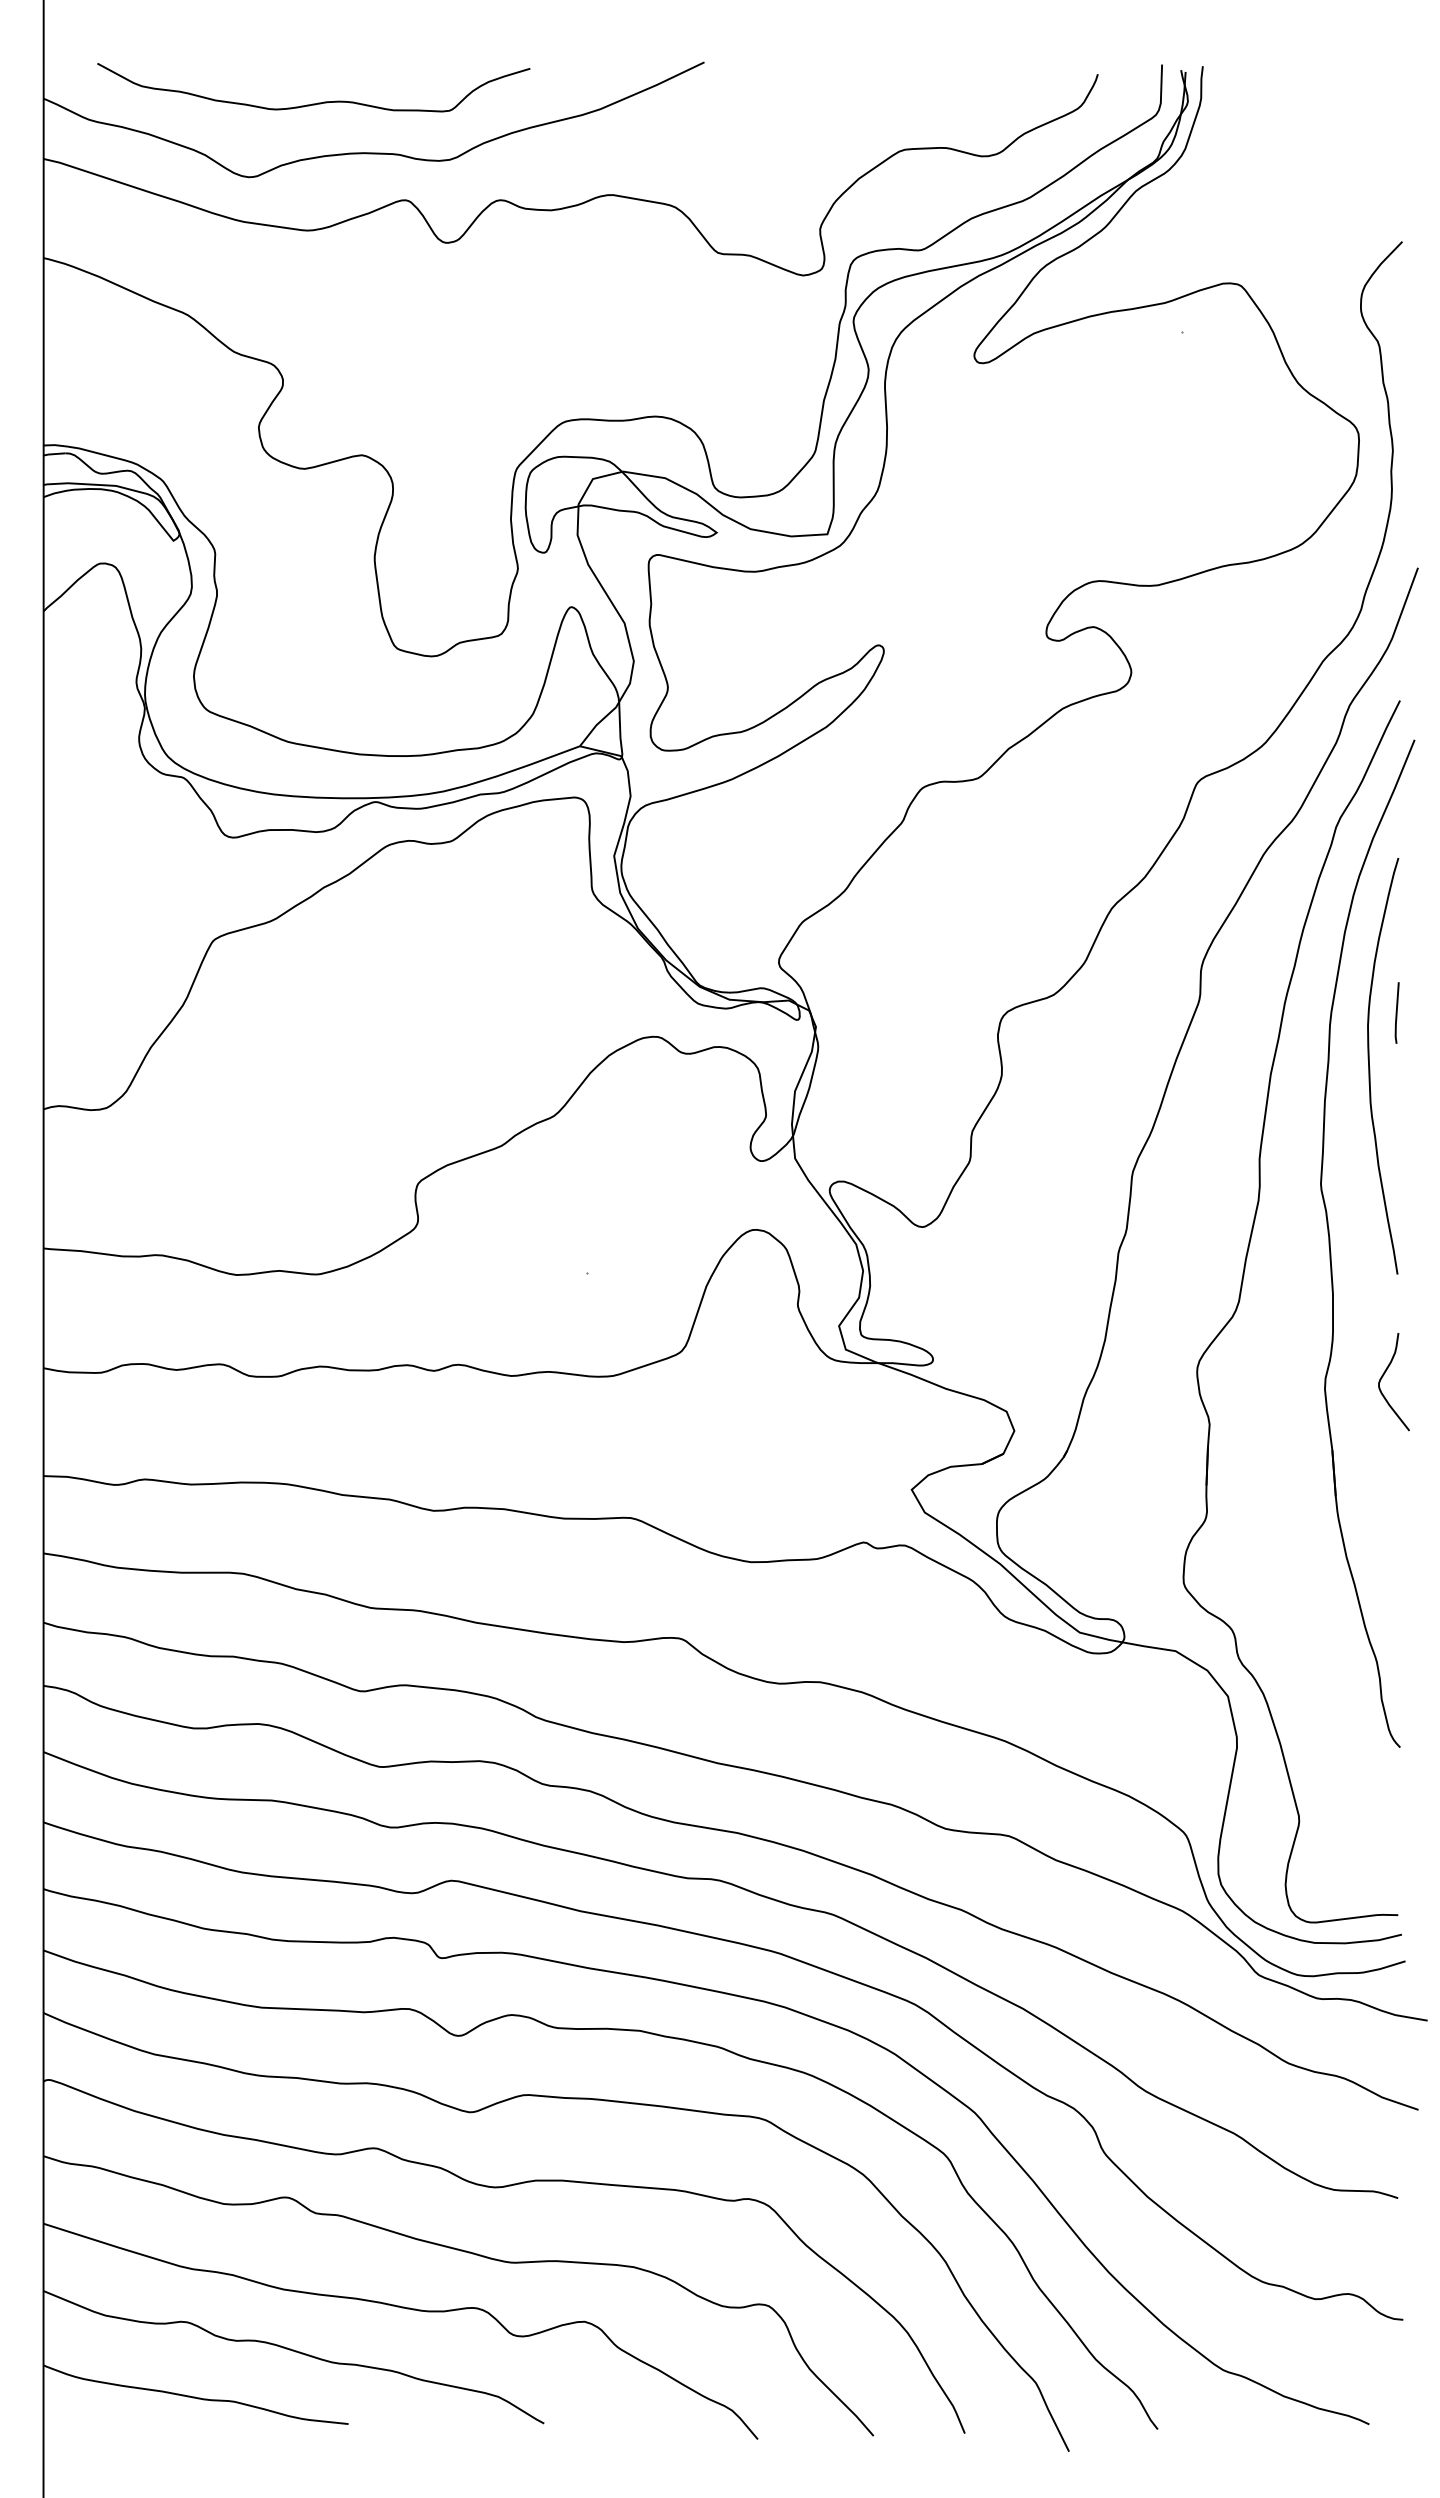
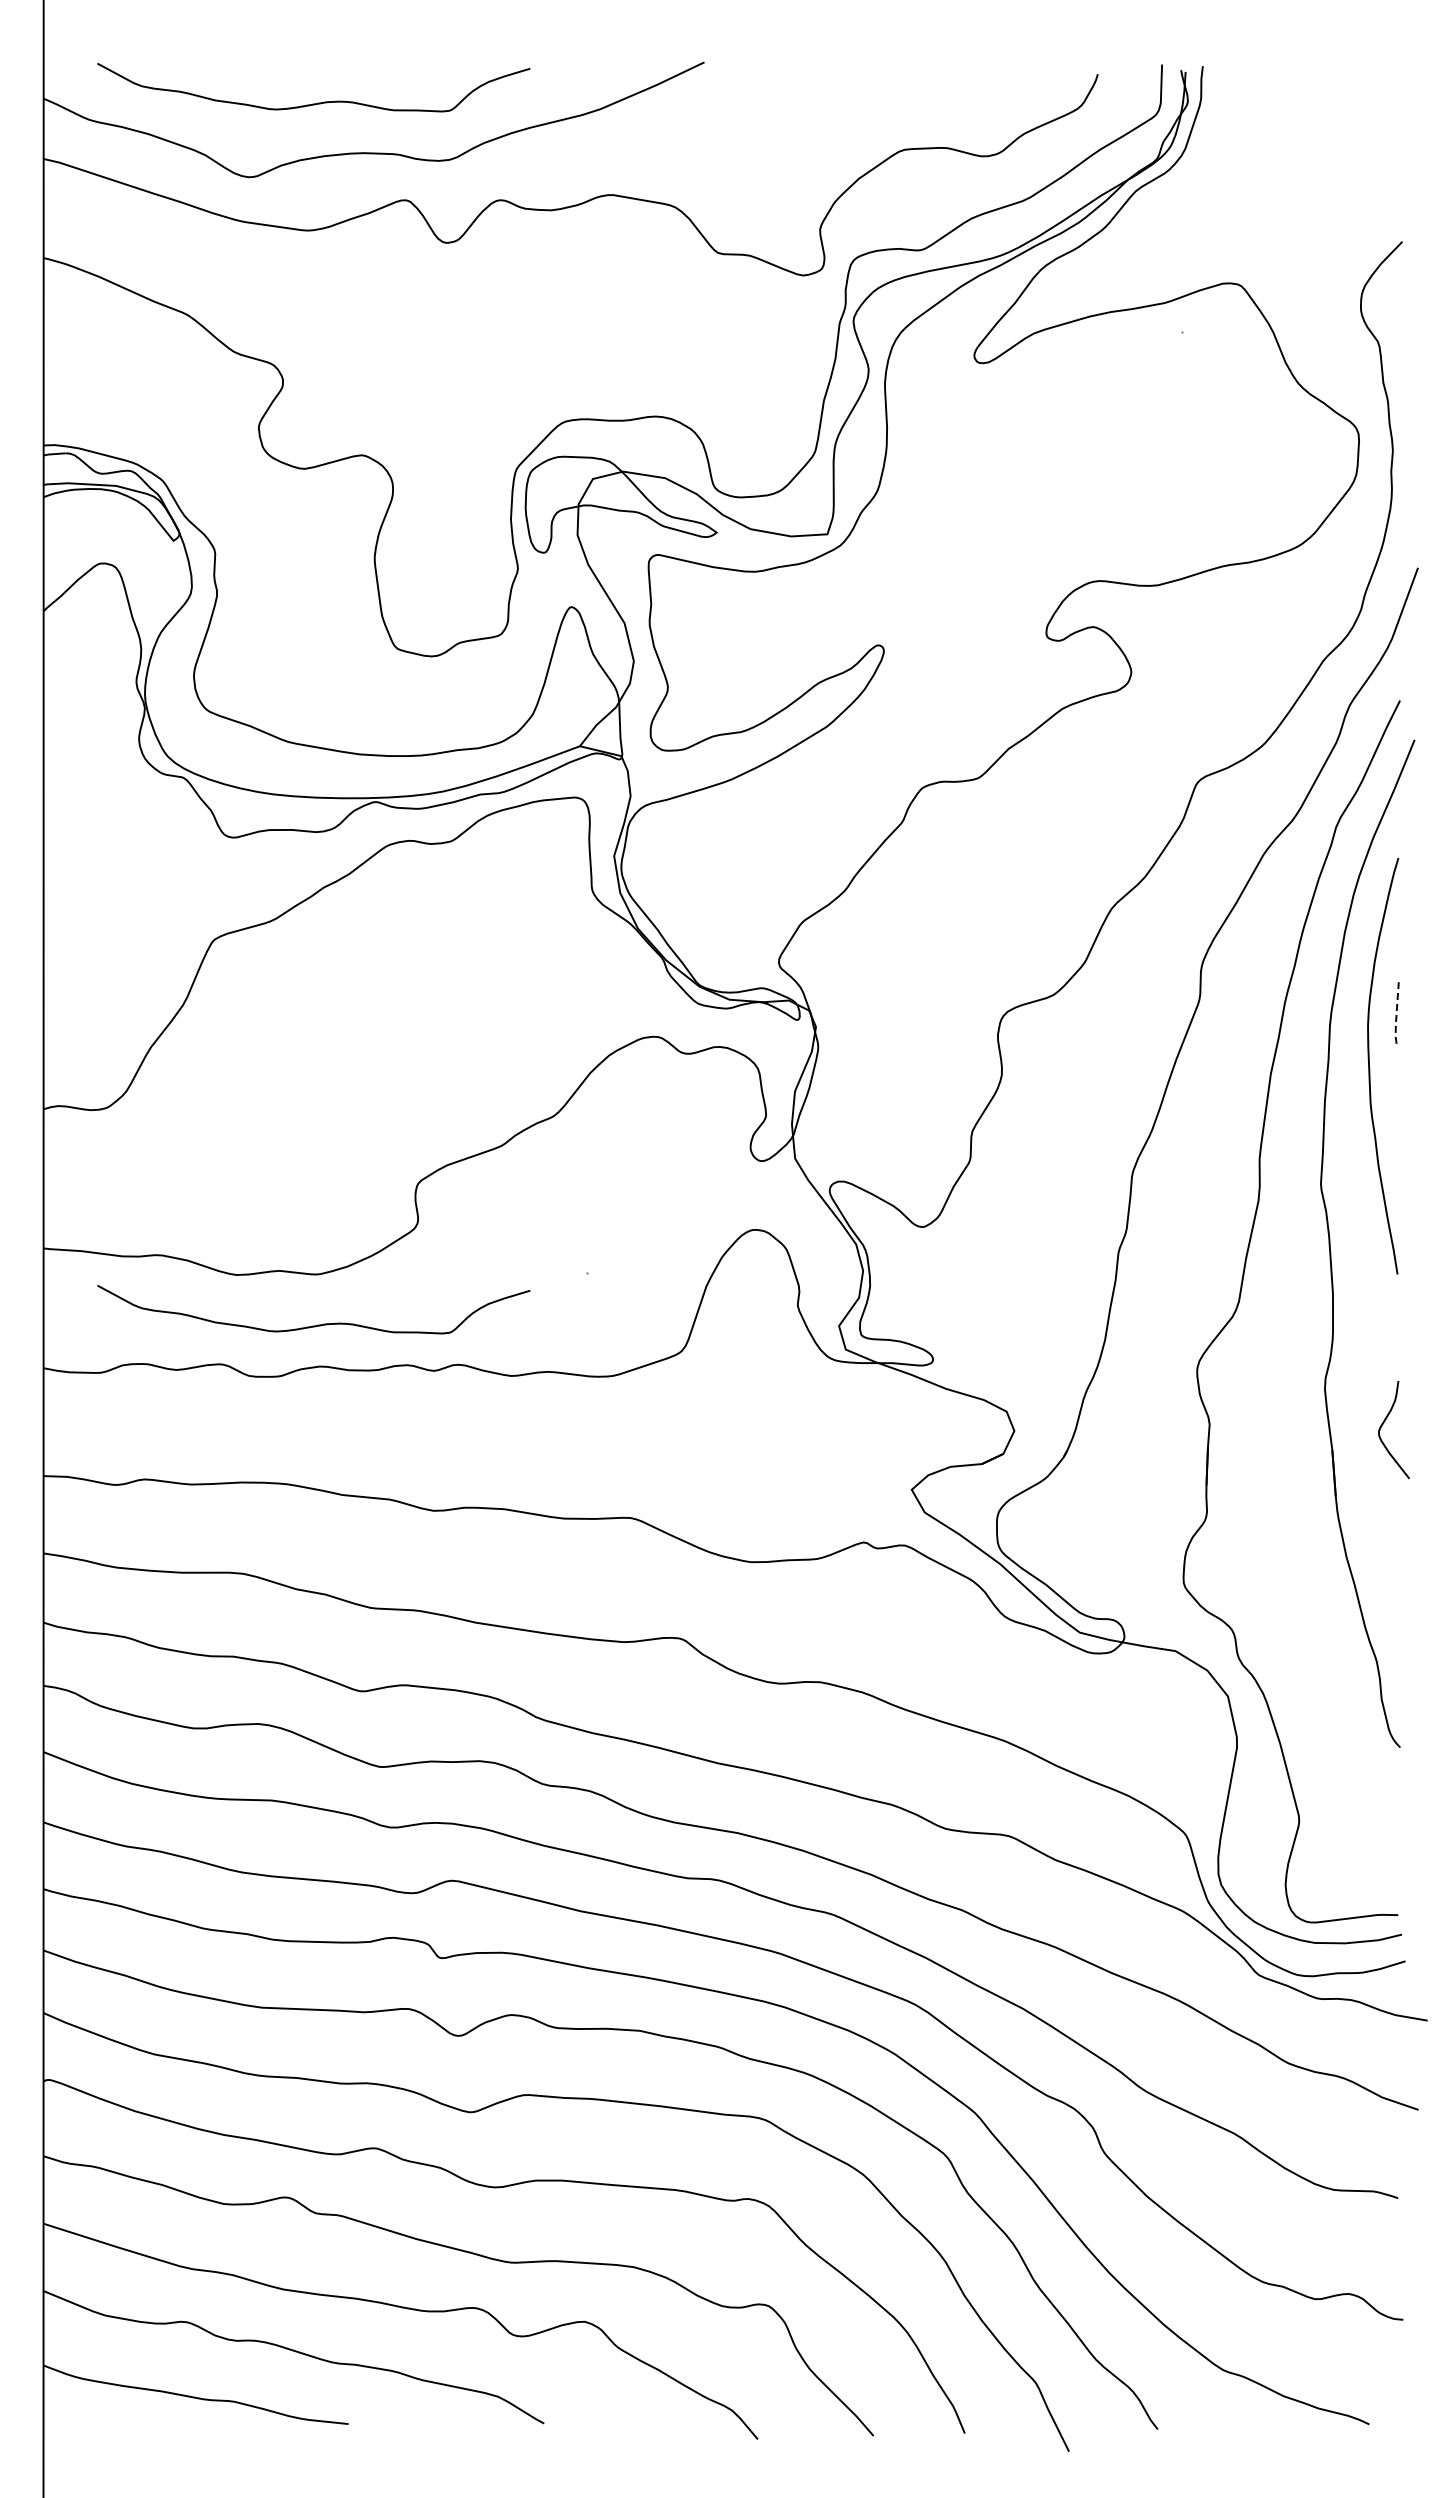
line at (1396, 1014): solid -> dashed
curve at (318, 1324): none -> present
curve at (1383, 1376) position: (1383, 1376) -> (1383, 1424)
